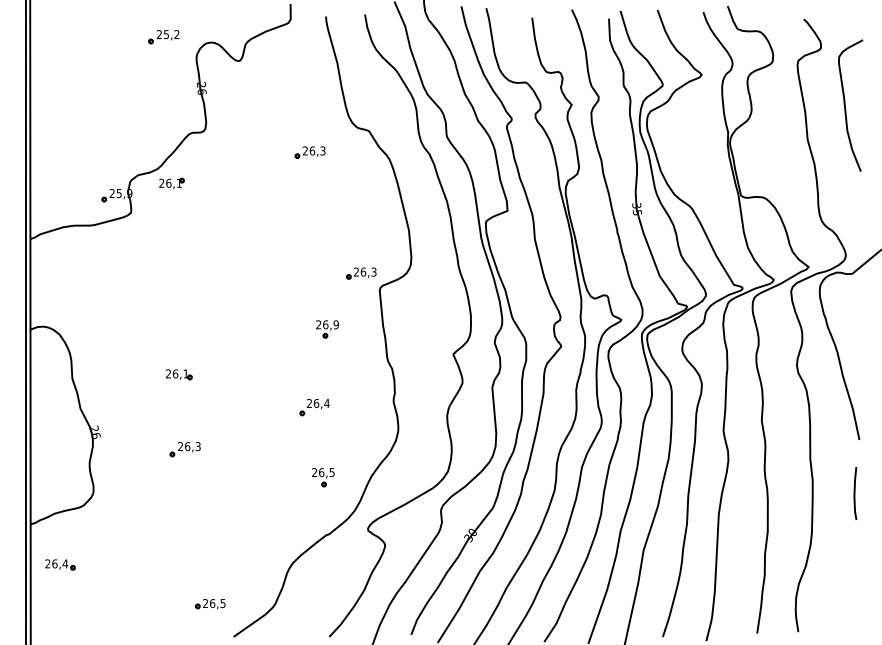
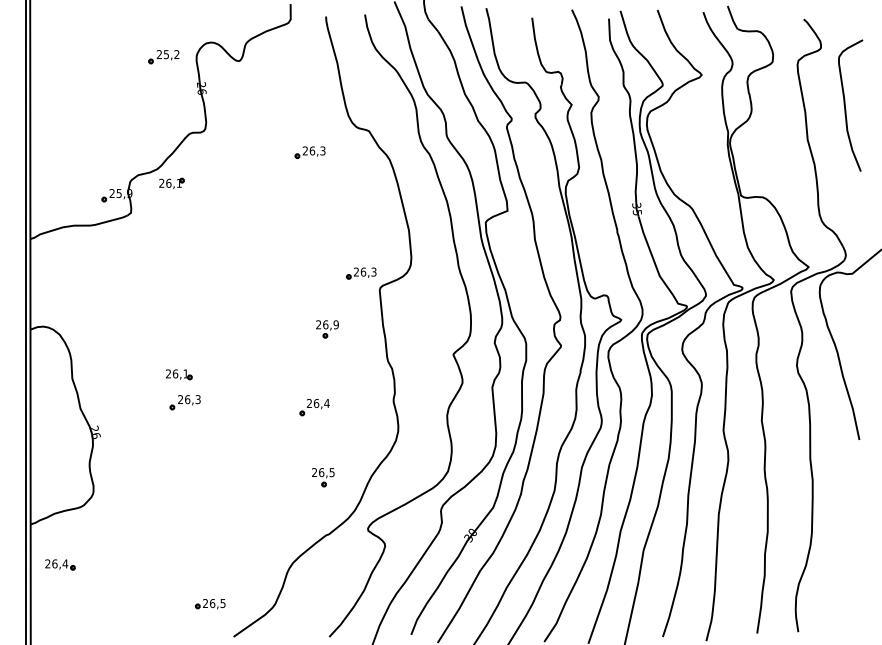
part at (163, 37) position: (163, 37) -> (163, 57)
part at (184, 449) position: (184, 449) -> (184, 402)
line at (855, 493): present -> none
